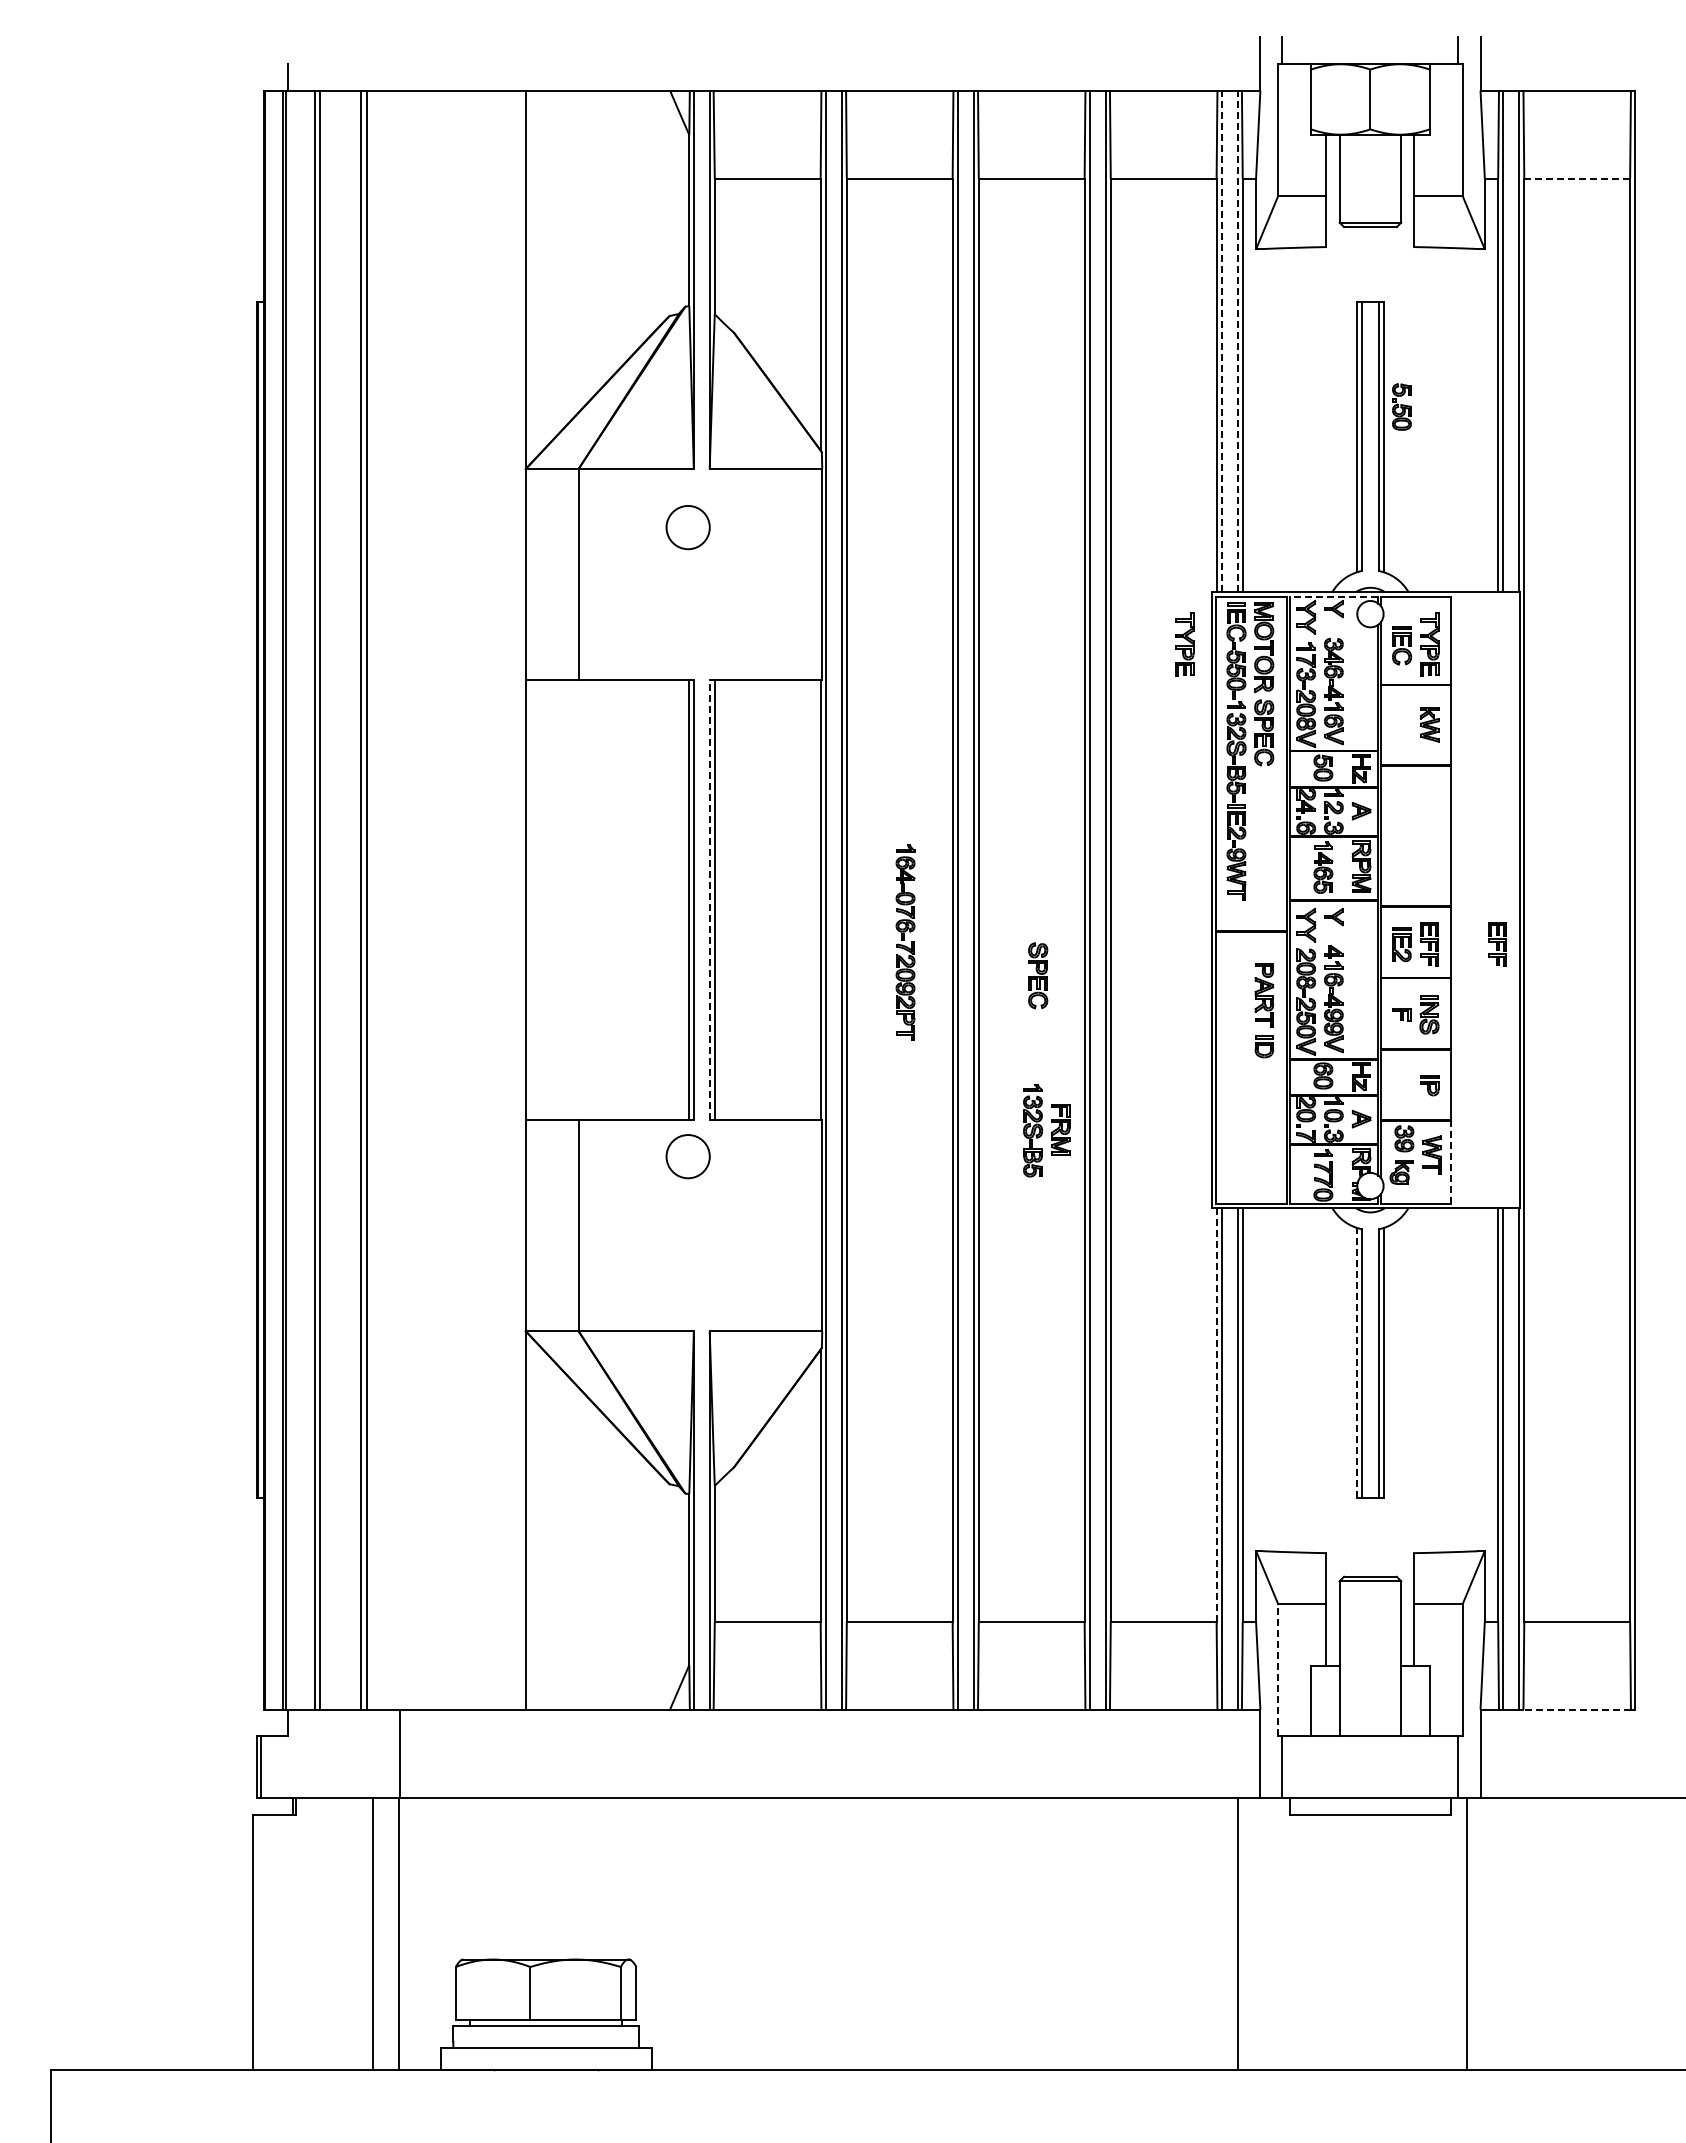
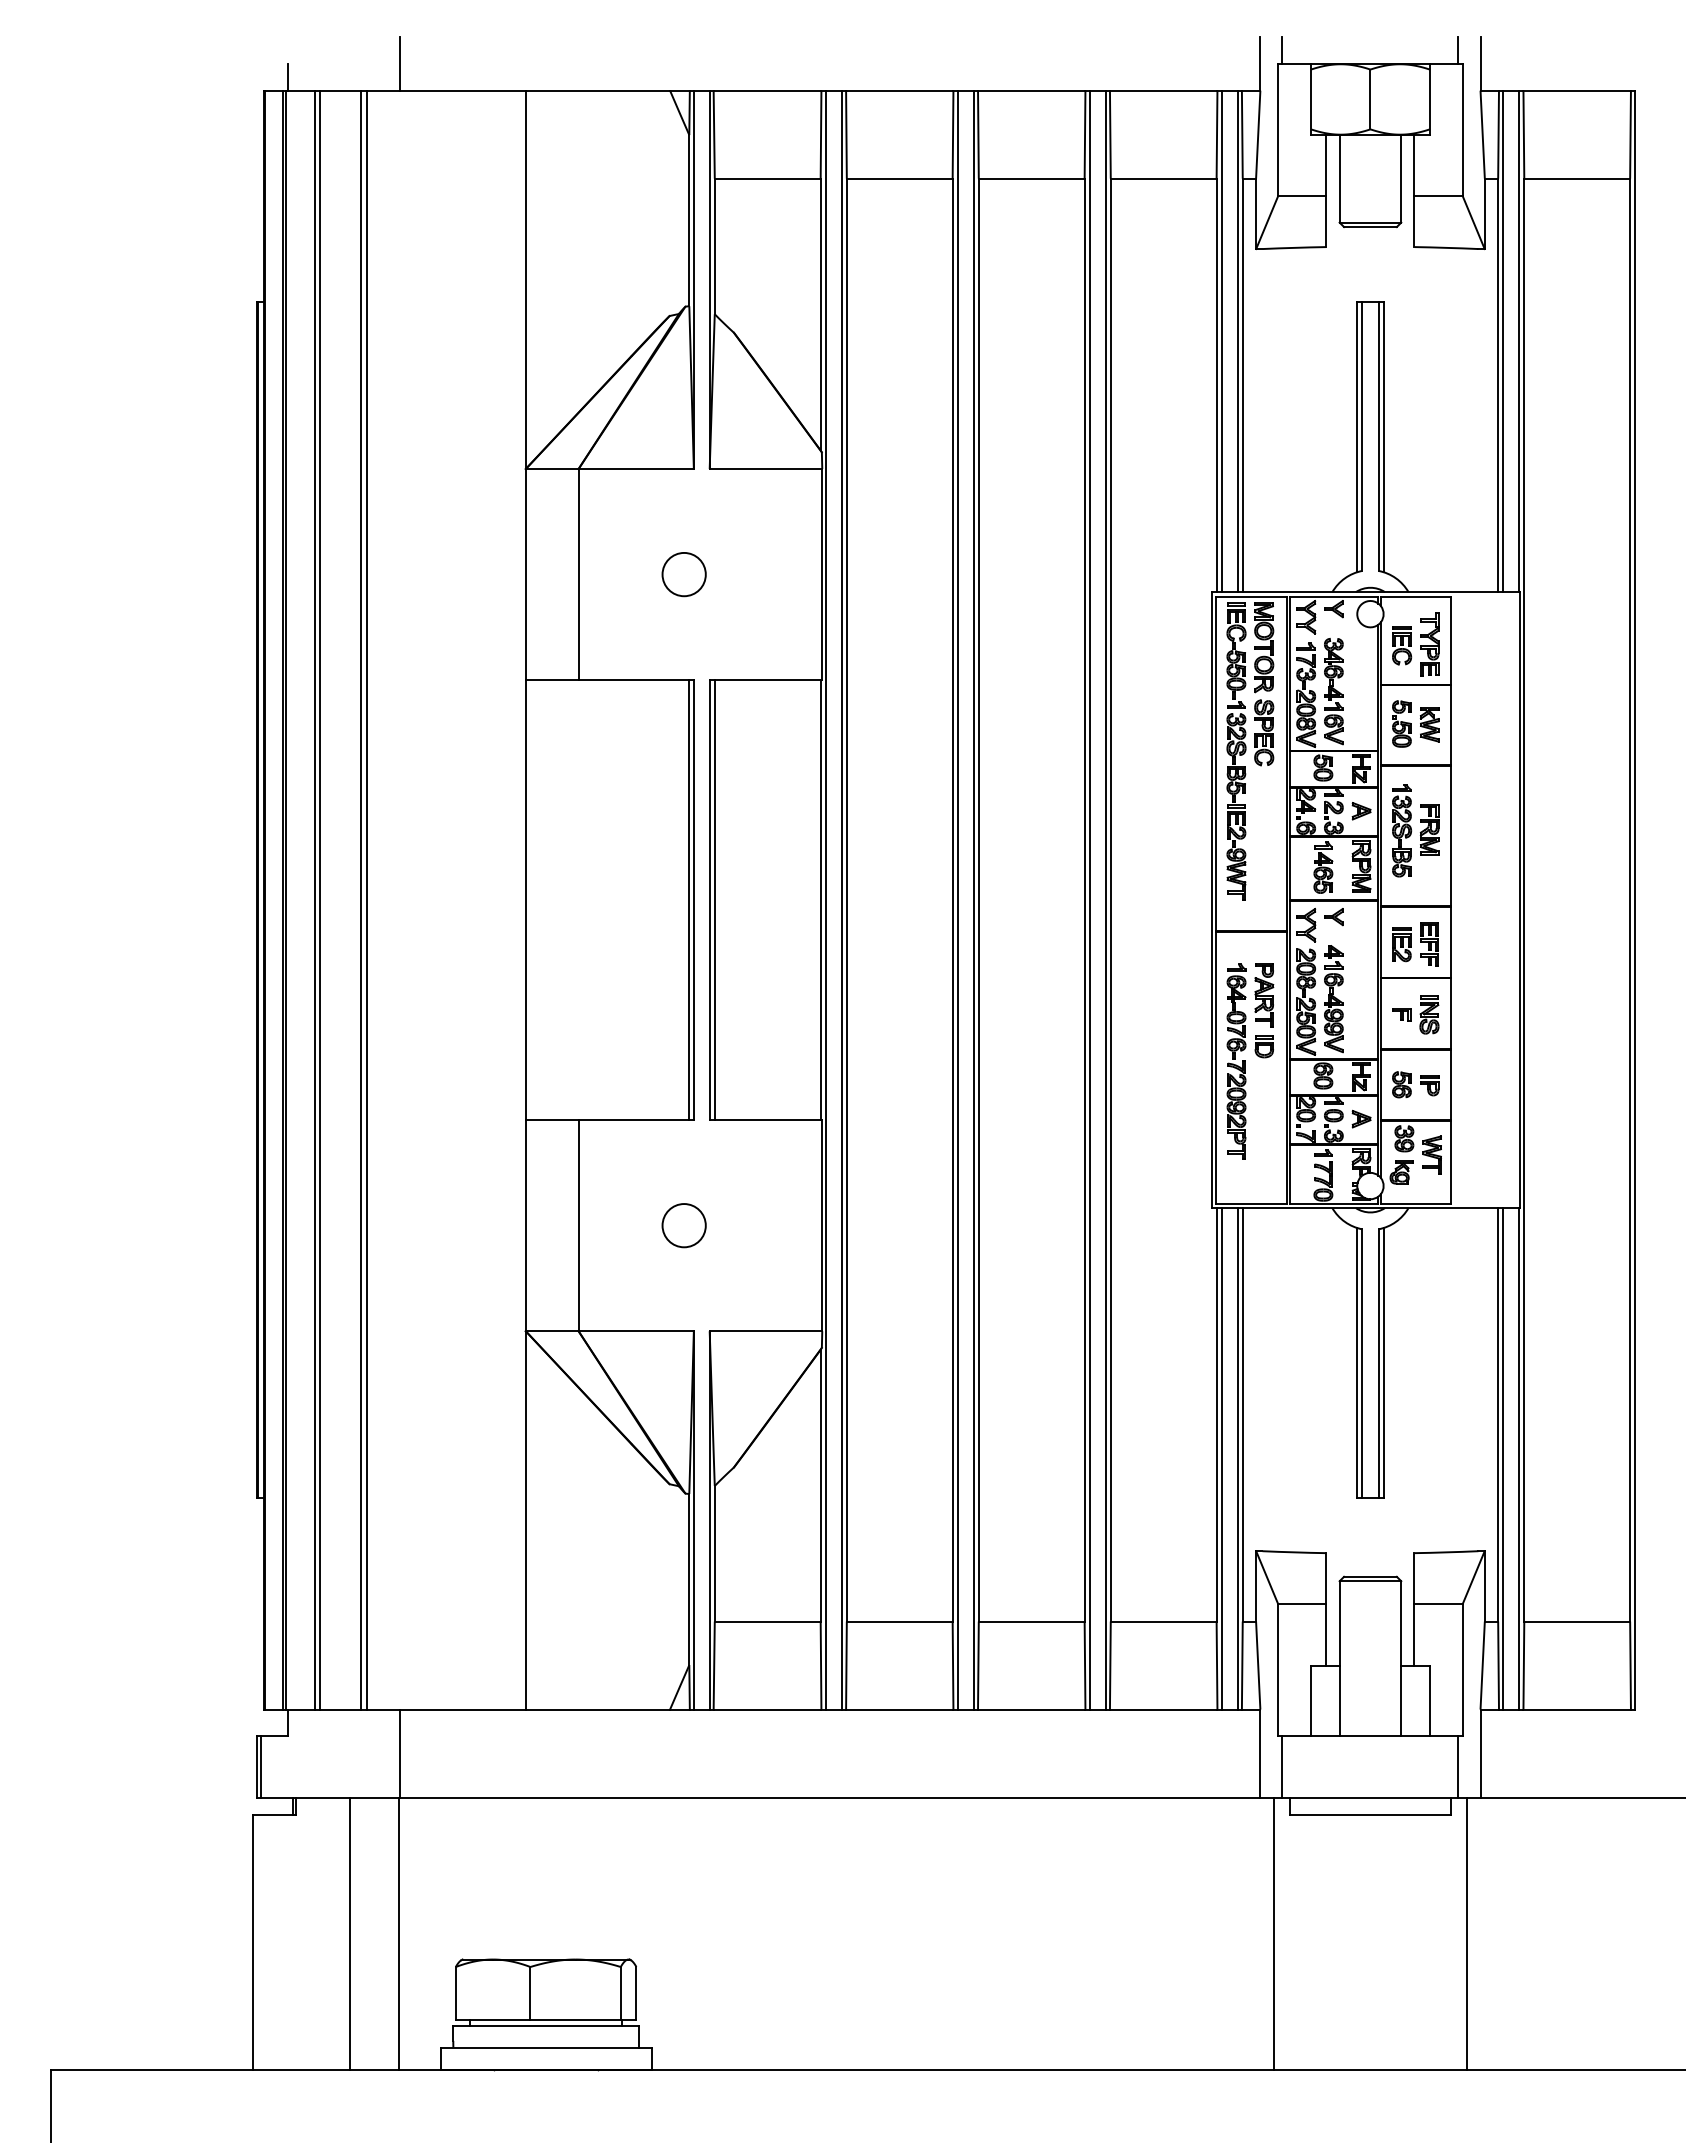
line at (400, 63): none -> present
line at (1577, 178): dashed -> solid
line at (1221, 341): dashed -> solid
line at (1237, 341): dashed -> solid
part at (1401, 406) position: (1401, 406) -> (1401, 723)
circle at (687, 527) position: (687, 527) -> (683, 574)
line at (1333, 596): dashed -> solid
part at (1184, 644): present -> none
line at (709, 900): dashed -> solid
part at (905, 942) position: (905, 942) -> (1236, 1061)
part at (1497, 944): present -> none
part at (1038, 975): present -> none
part at (1401, 1084): none -> present
part at (1046, 1130) position: (1046, 1130) -> (1415, 830)
circle at (687, 1156) position: (687, 1156) -> (683, 1225)
line at (1451, 1161): dashed -> solid
line at (1357, 1362): dashed -> solid
line at (1216, 1414): dashed -> solid
line at (1278, 1669): dashed -> solid
line at (1577, 1709): dashed -> solid
line at (372, 1933) position: (372, 1933) -> (349, 1933)
line at (1237, 1933) position: (1237, 1933) -> (1273, 1933)
